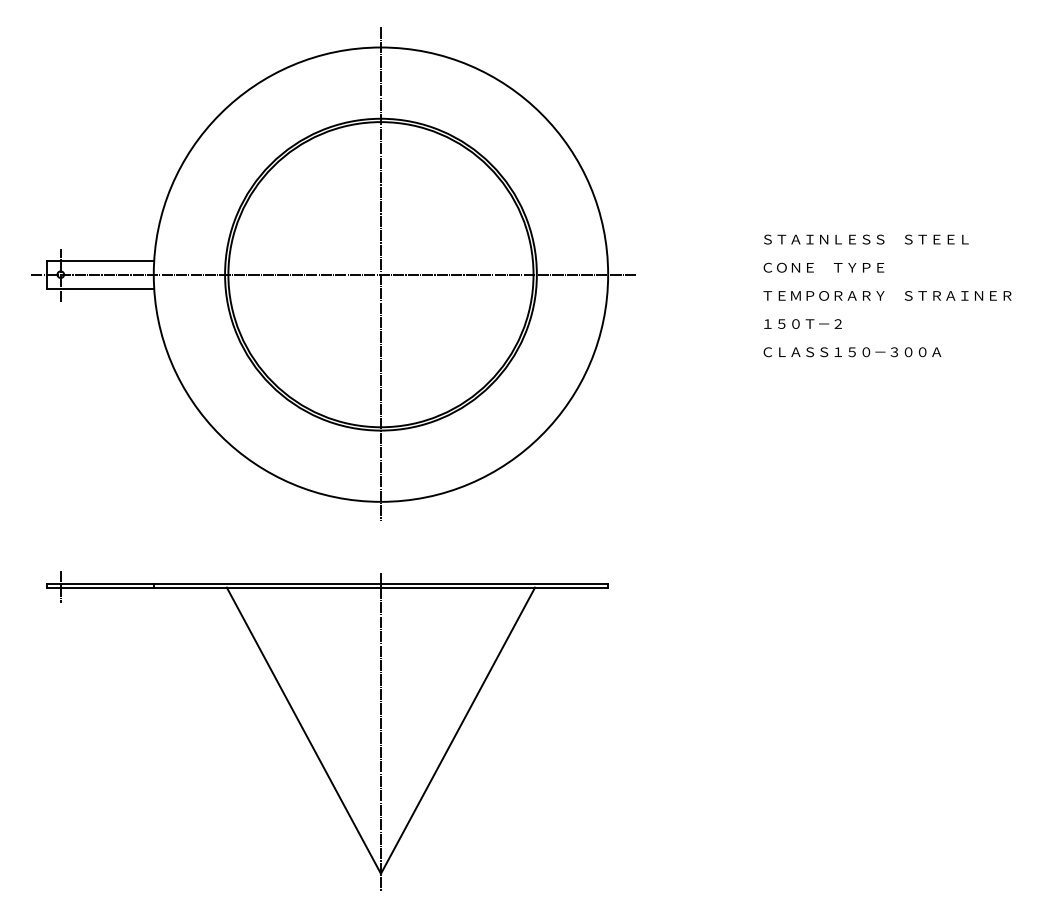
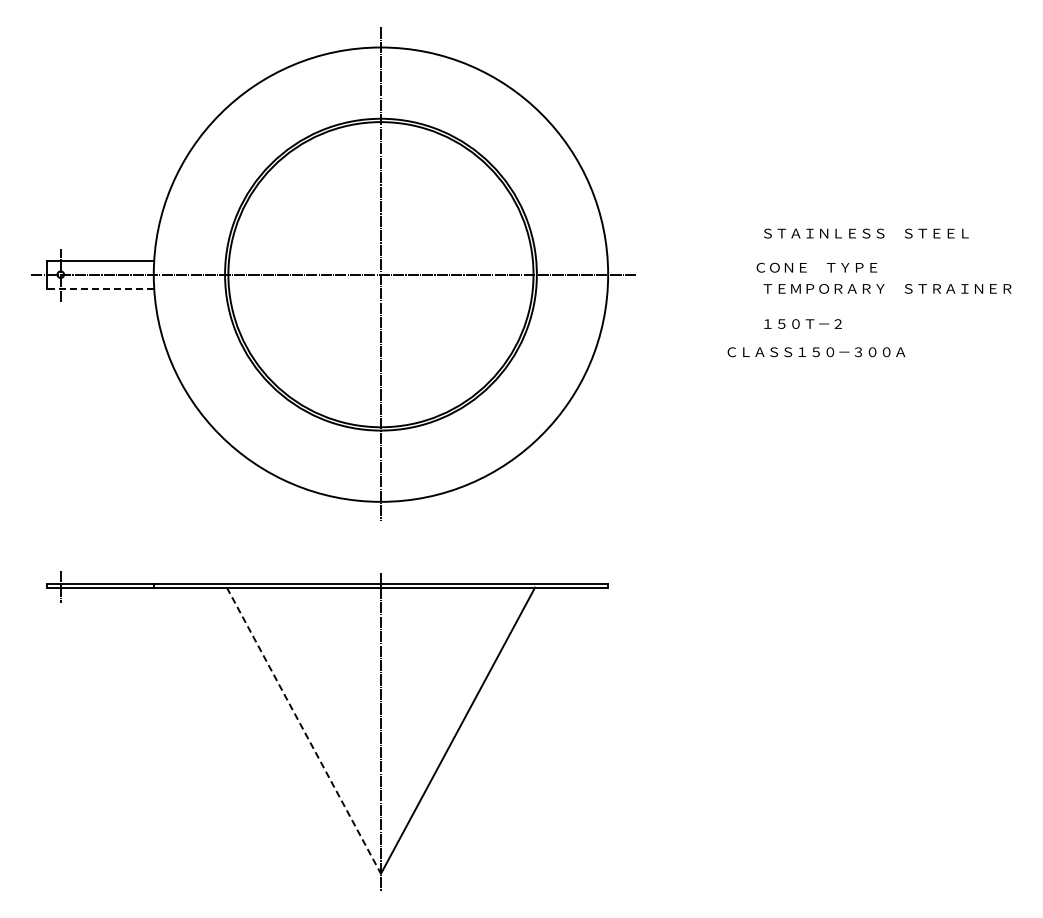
text at (866, 239) position: (866, 239) -> (866, 233)
text at (823, 267) position: (823, 267) -> (816, 267)
line at (100, 288): solid -> dashed
text at (887, 295) position: (887, 295) -> (887, 288)
text at (852, 352) position: (852, 352) -> (816, 352)
line at (303, 730): solid -> dashed
